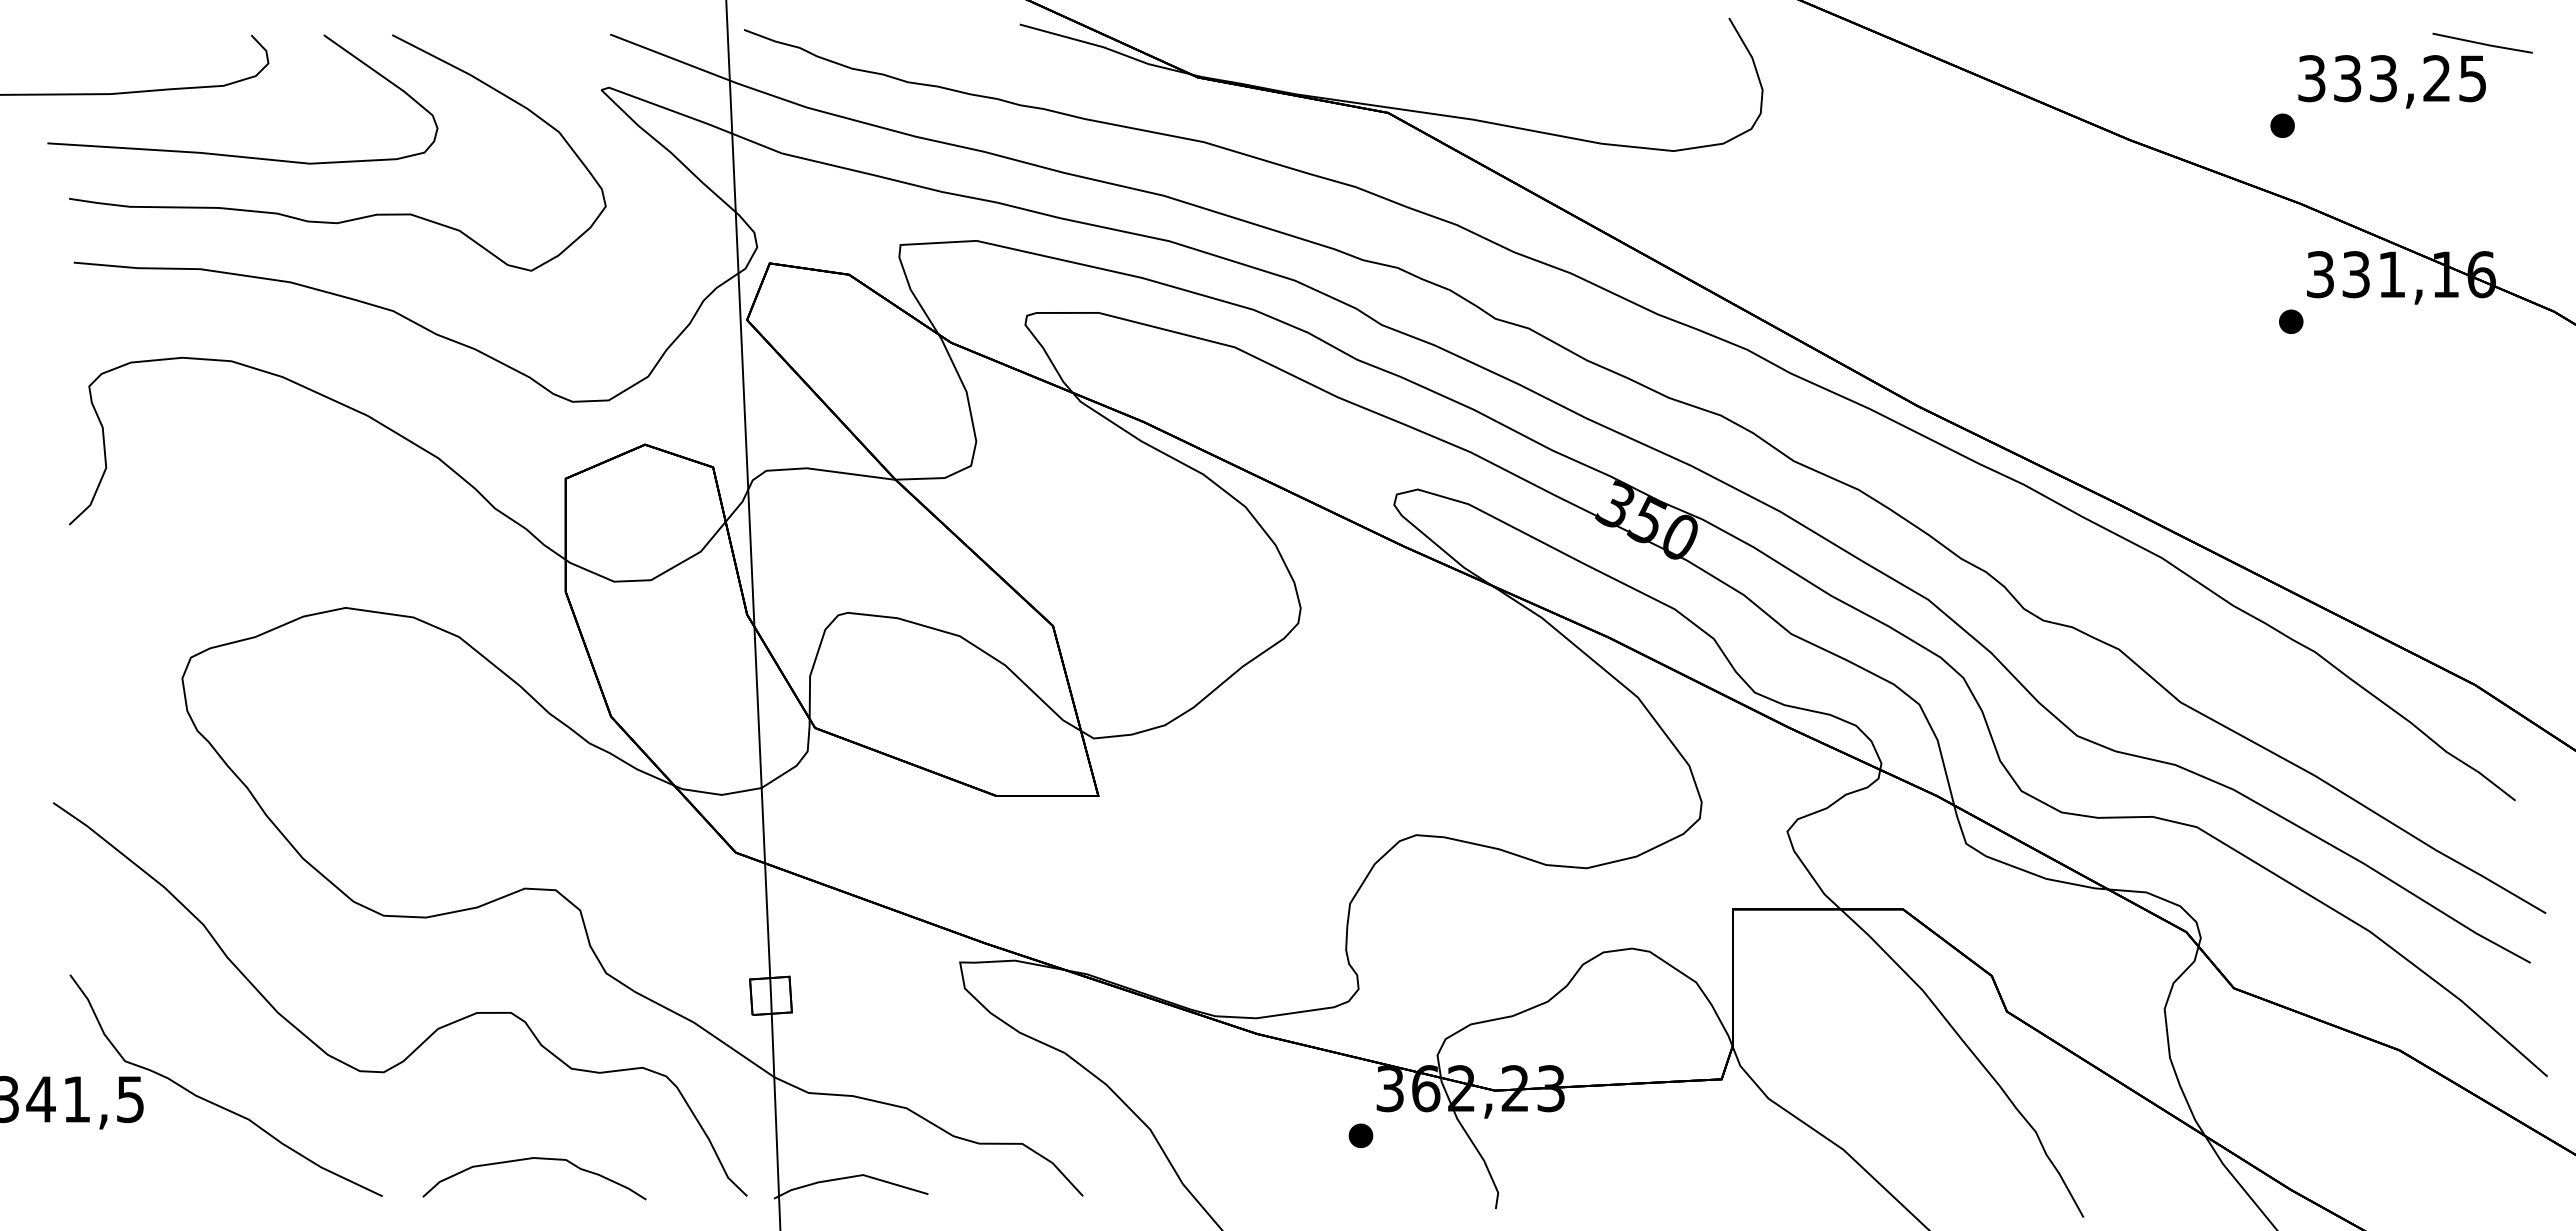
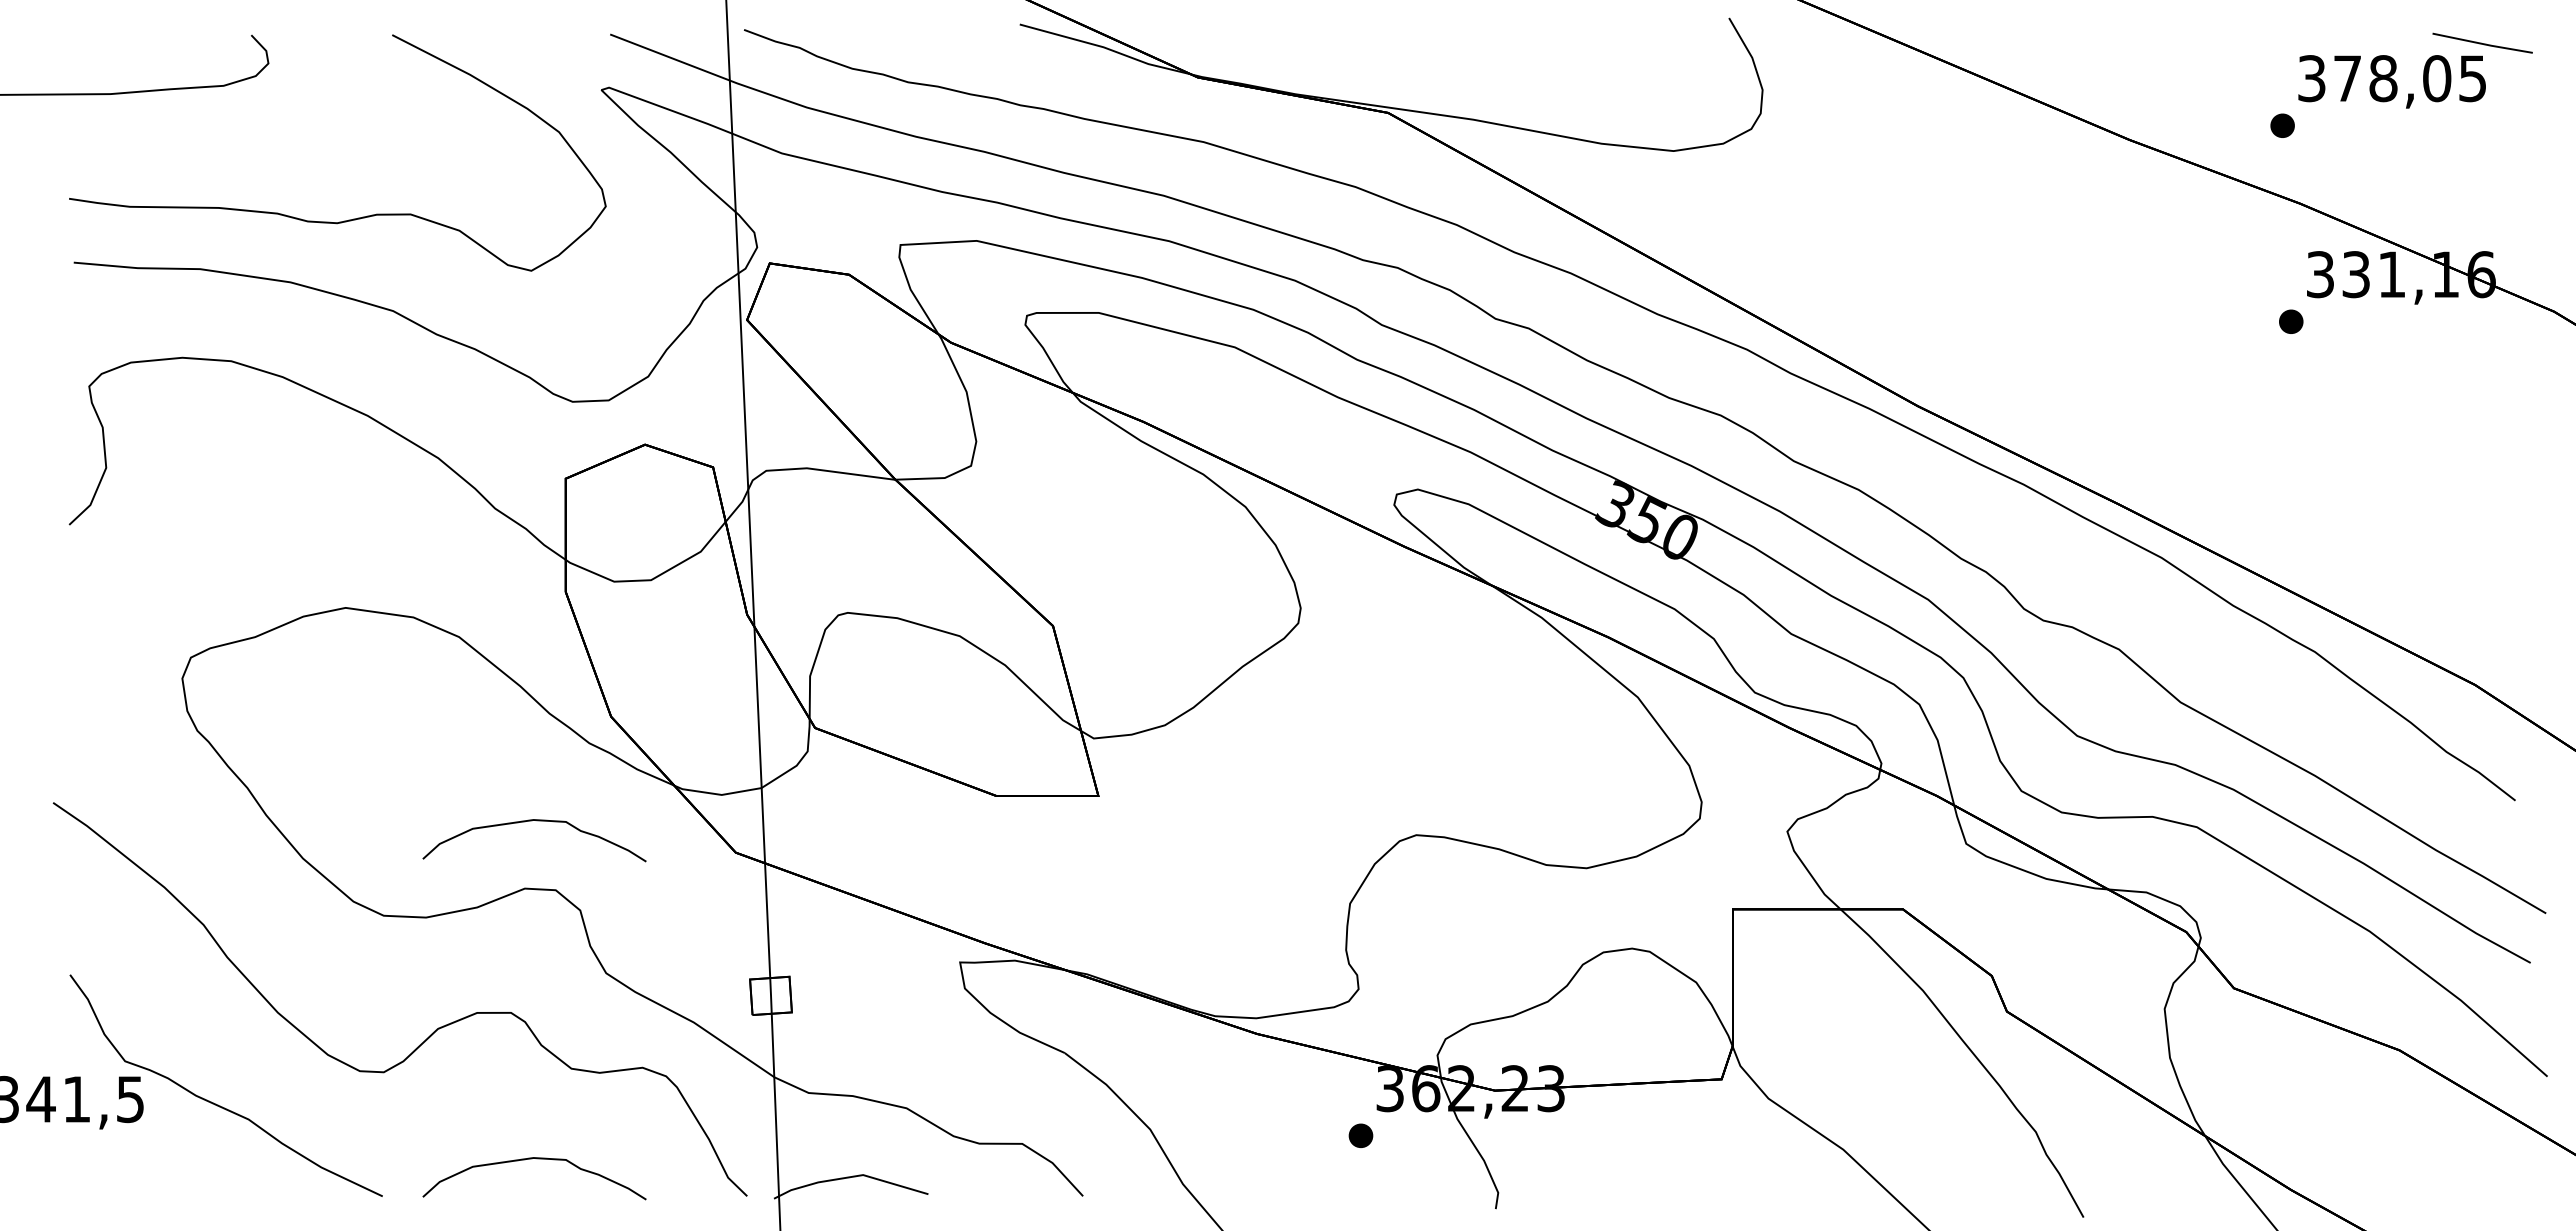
text at (2392, 78): 333,25 -> 378,05
curve at (240, 155): present -> none
curve at (532, 821): none -> present
